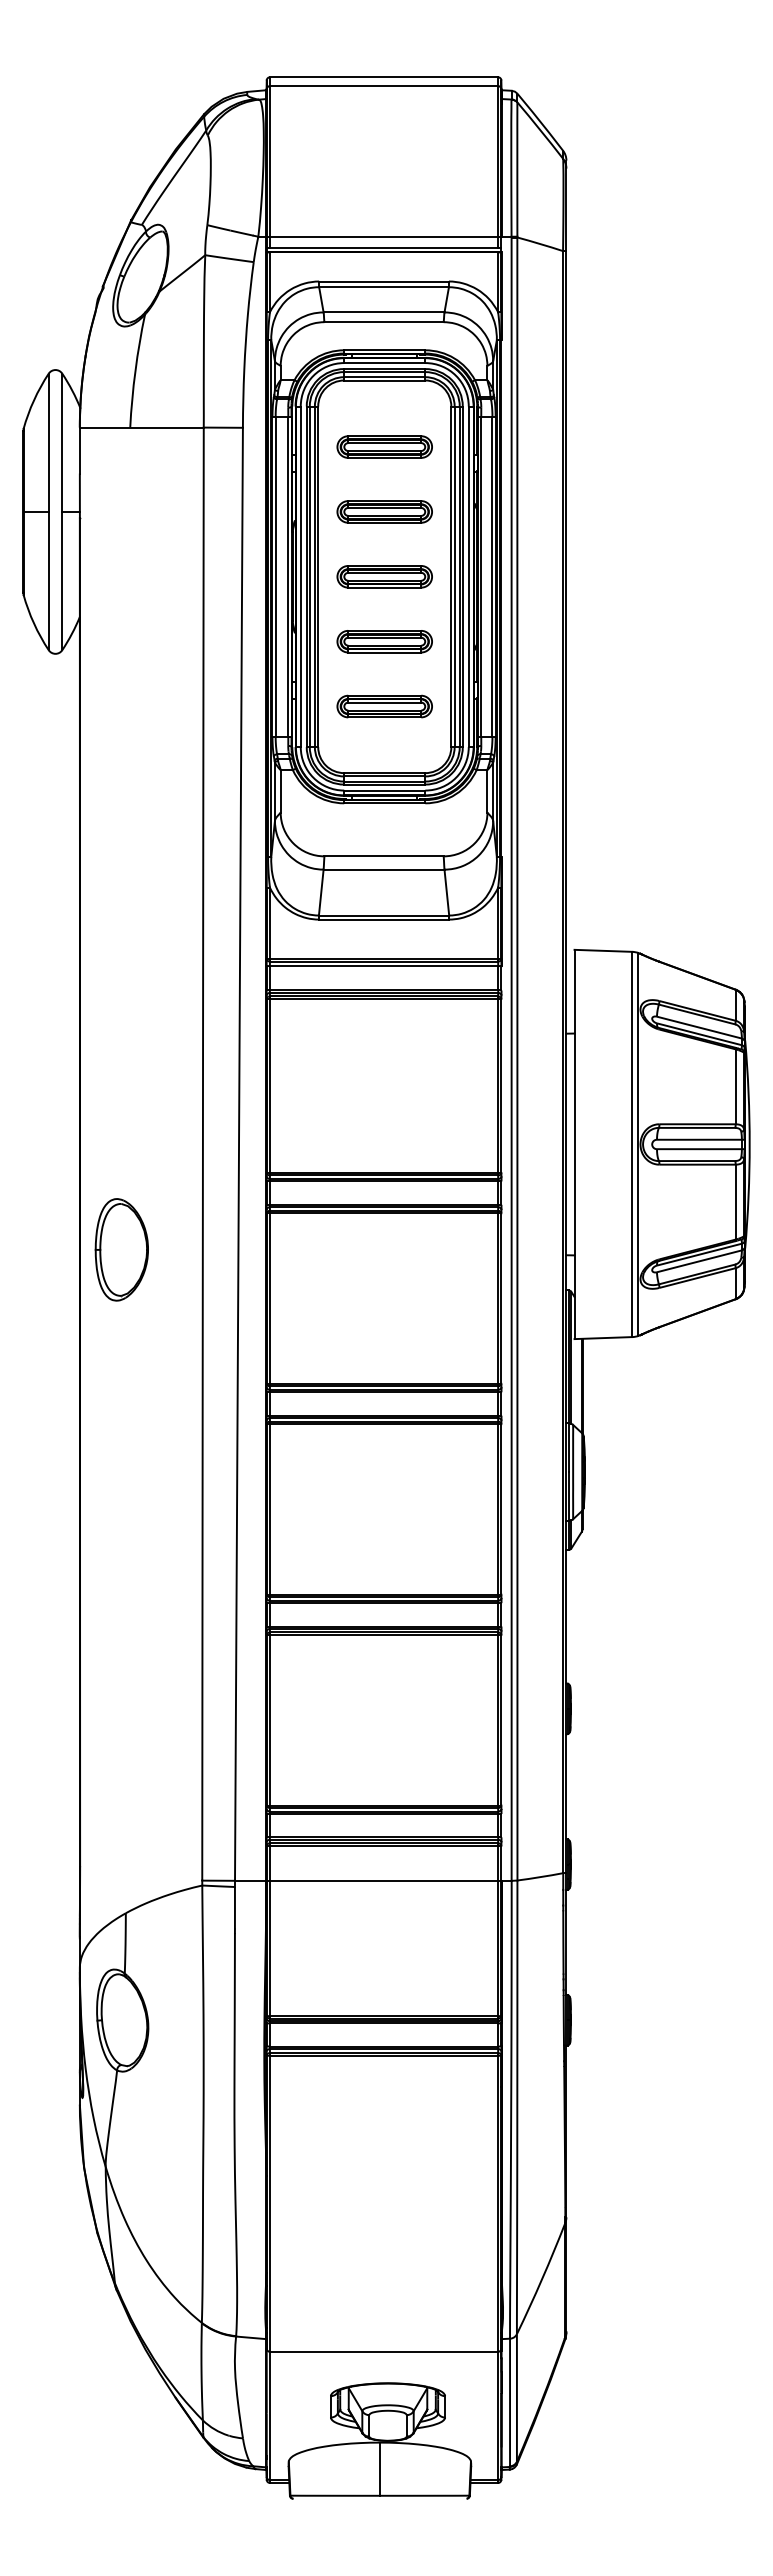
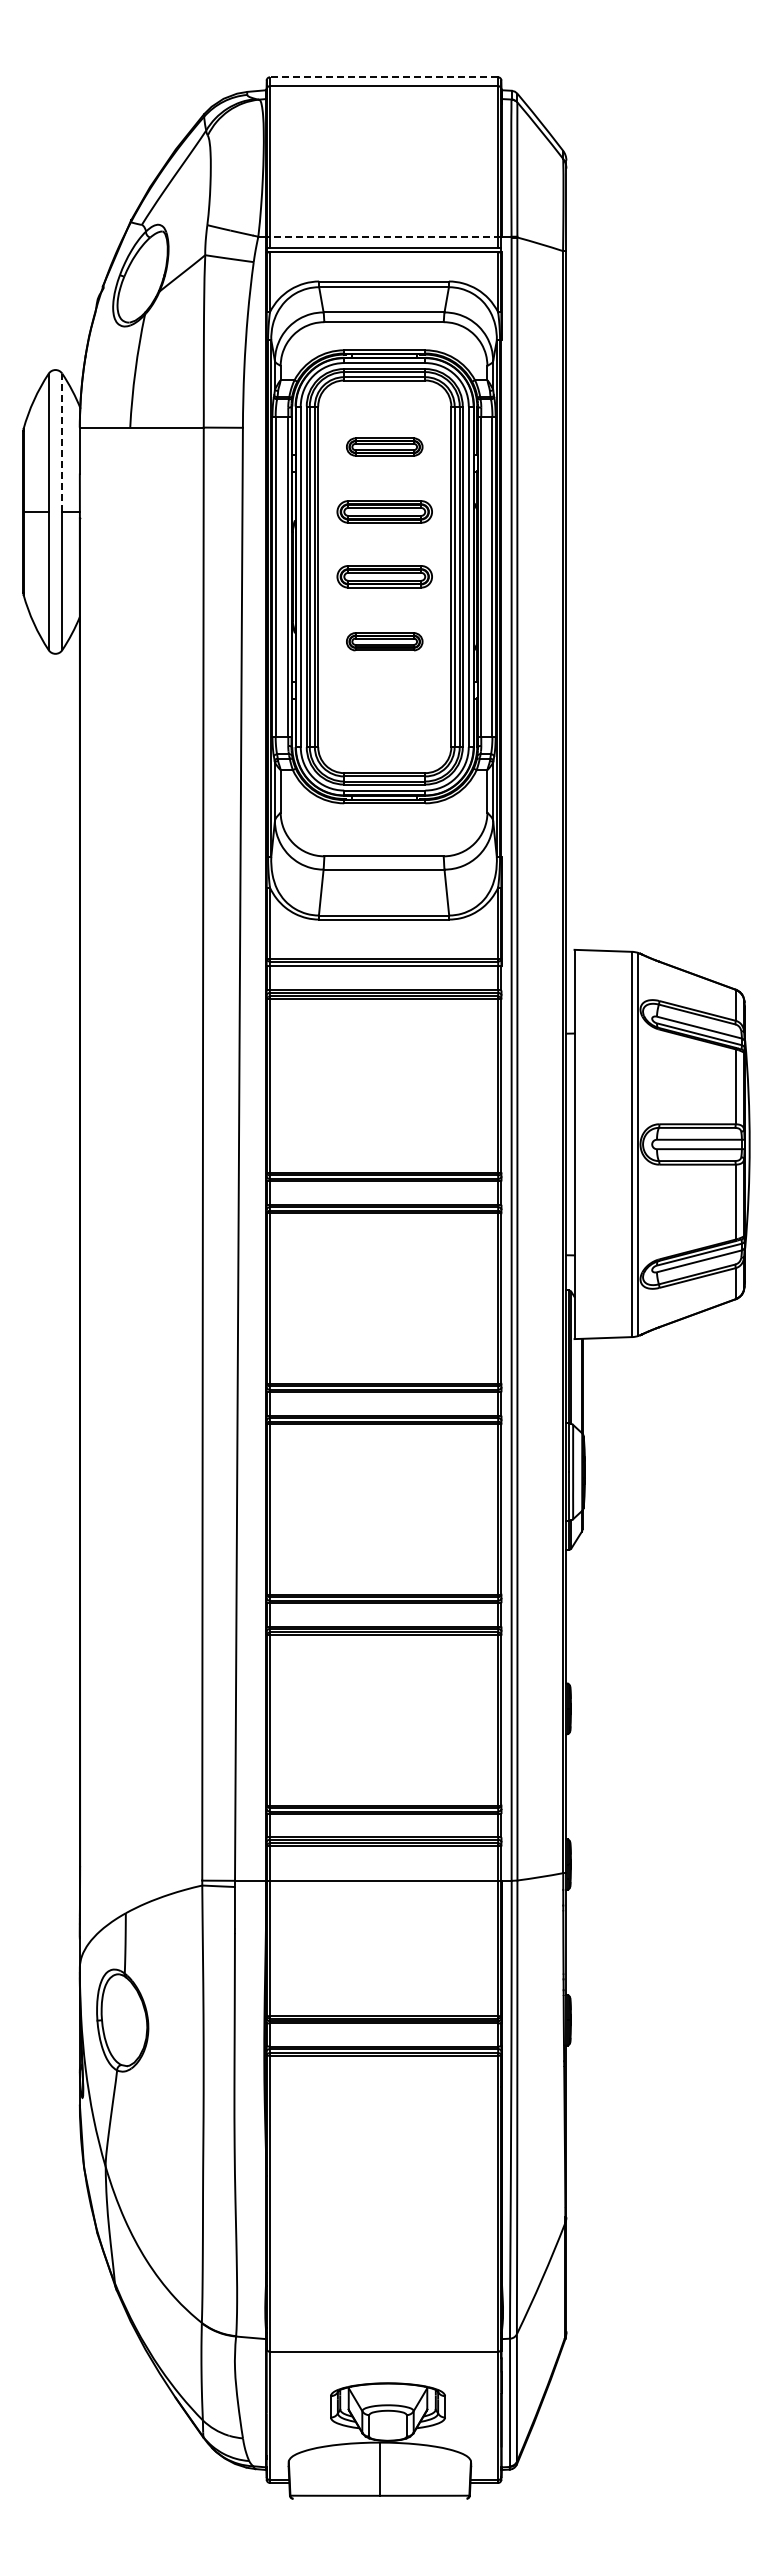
line at (383, 77): solid -> dashed
line at (383, 236): solid -> dashed
line at (62, 442): solid -> dashed
part at (384, 446) size: 97x24 px -> 78x20 px
part at (384, 641) size: 97x24 px -> 78x20 px
part at (384, 706): present -> none
part at (121, 1249): present -> none
